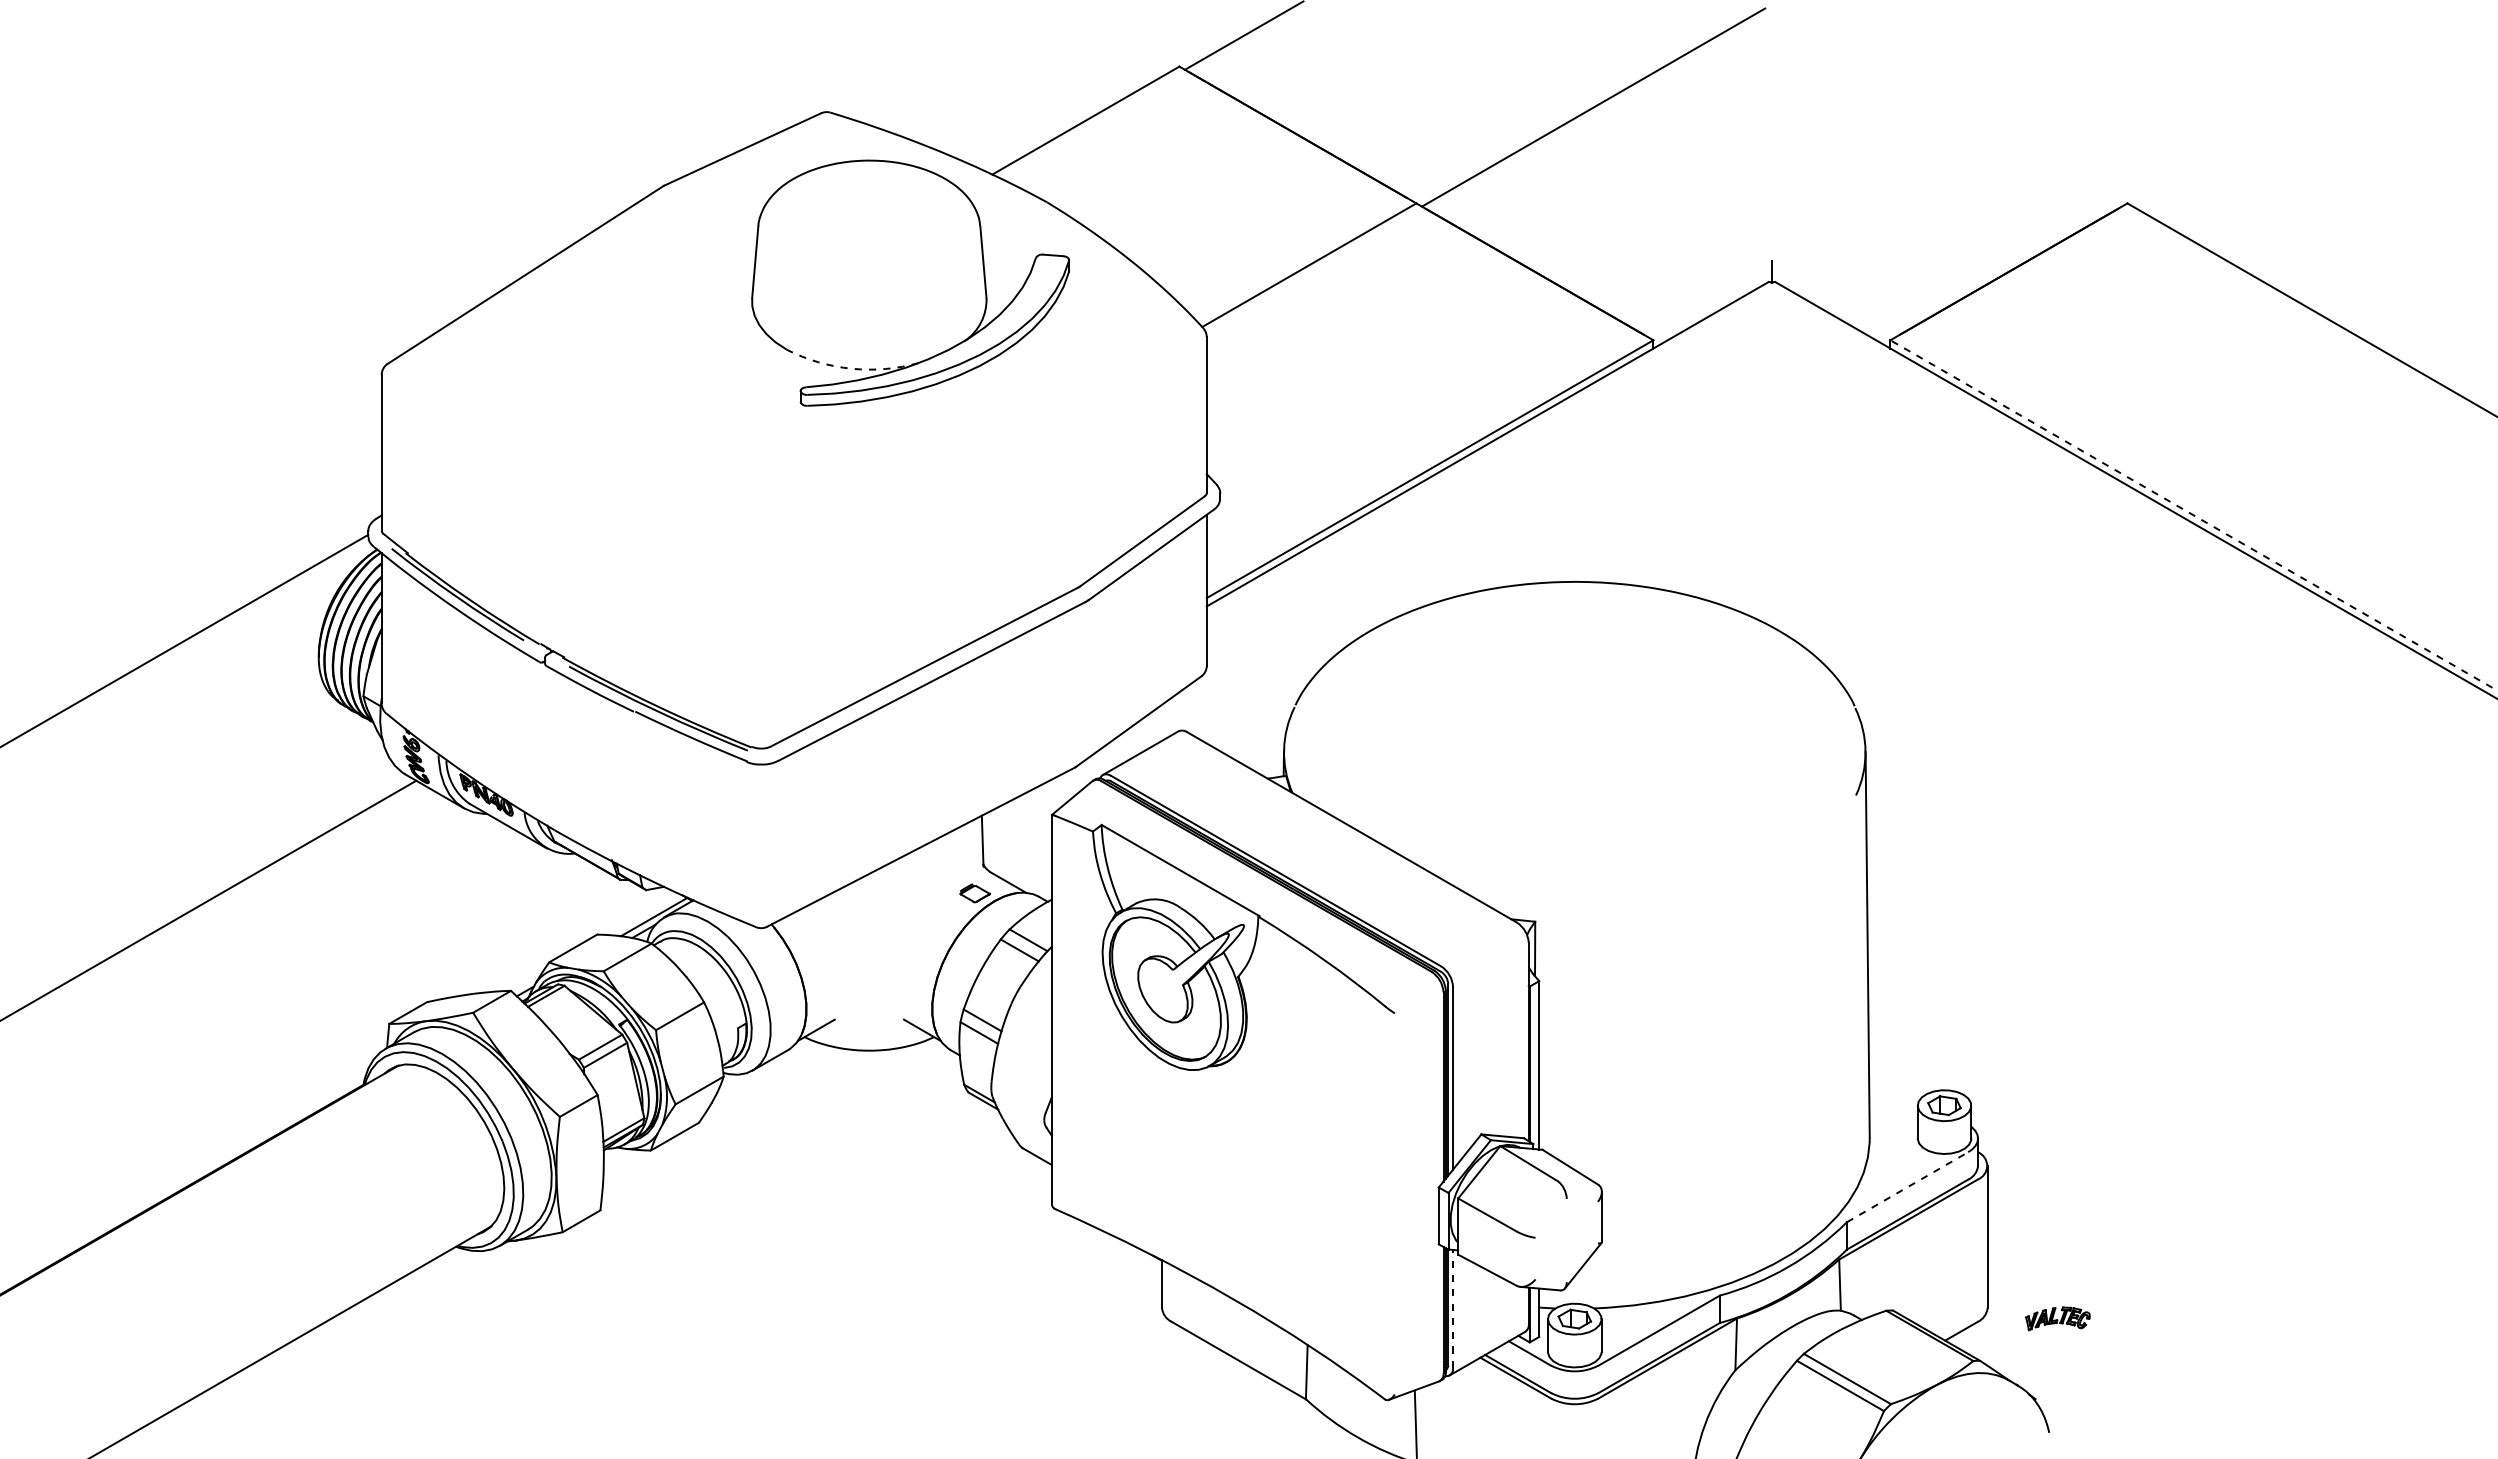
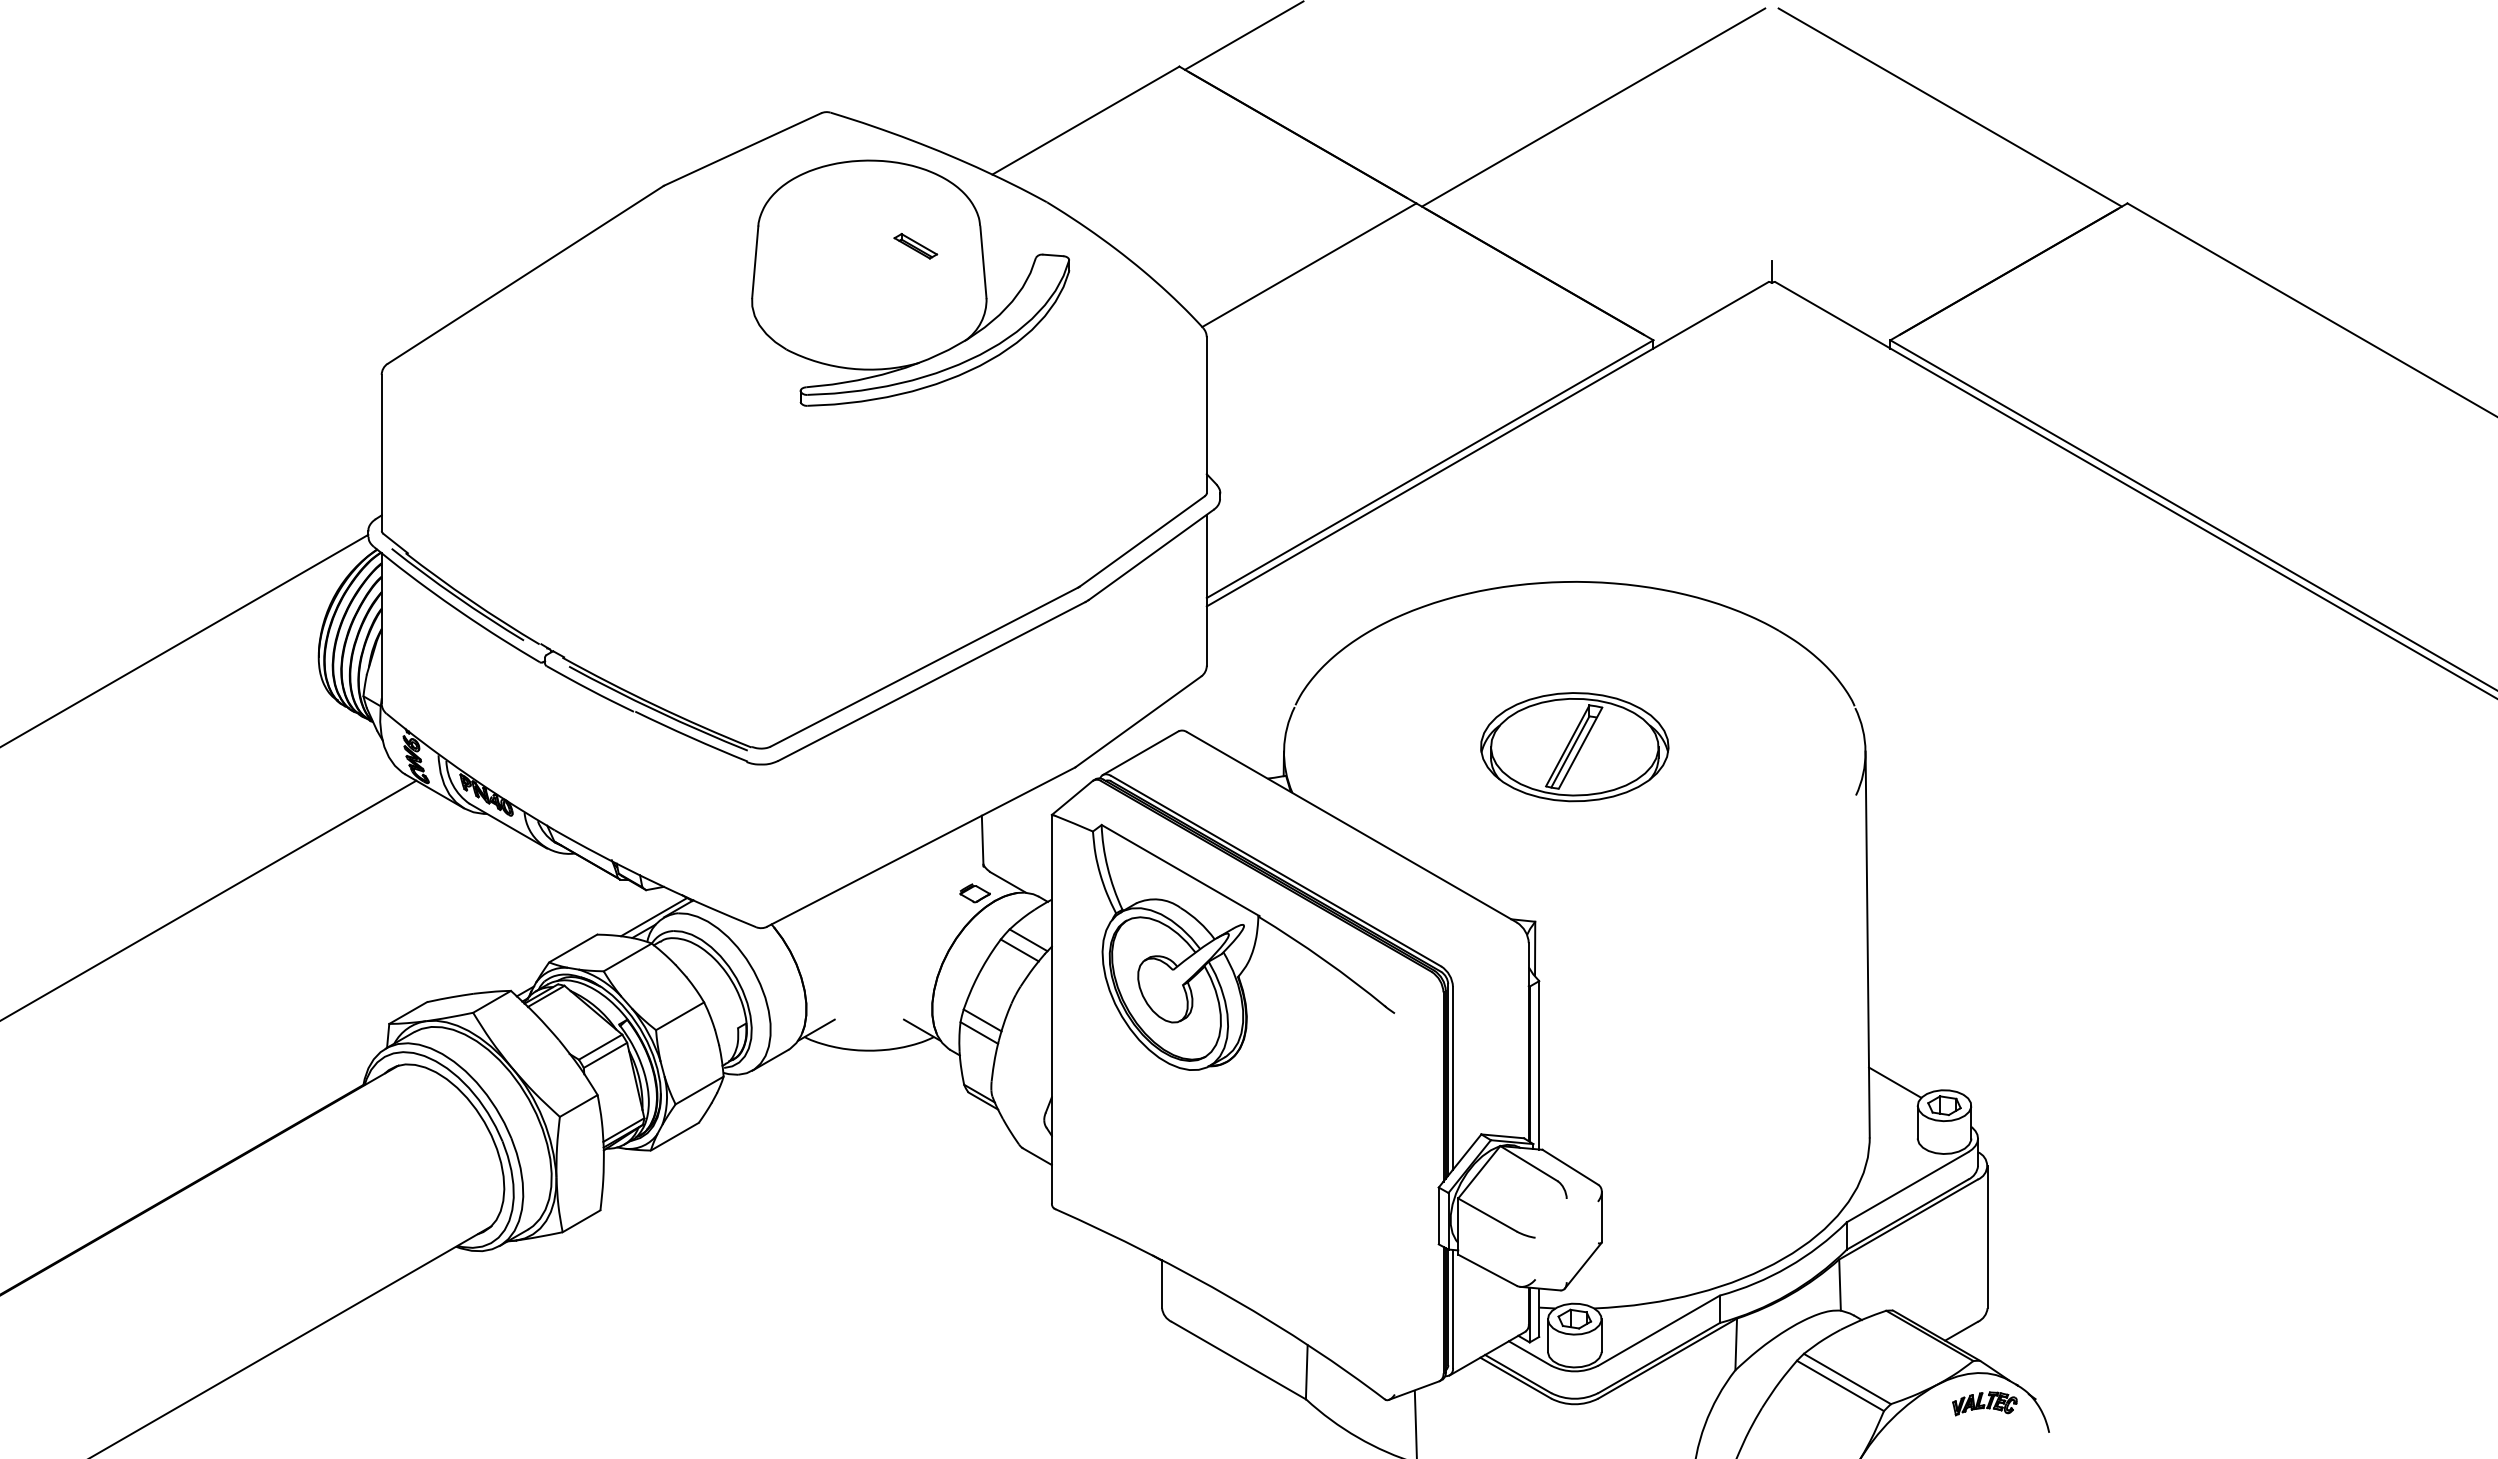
line at (1949, 107): none -> present
part at (915, 246): none -> present
arc at (851, 368): dashed -> solid
line at (2193, 515): dashed -> solid
part at (1574, 747): none -> present
line at (1895, 1082): none -> present
line at (1908, 1186): dashed -> solid
line at (1452, 1308): dashed -> solid
part at (2057, 1318) position: (2057, 1318) -> (1984, 1403)
